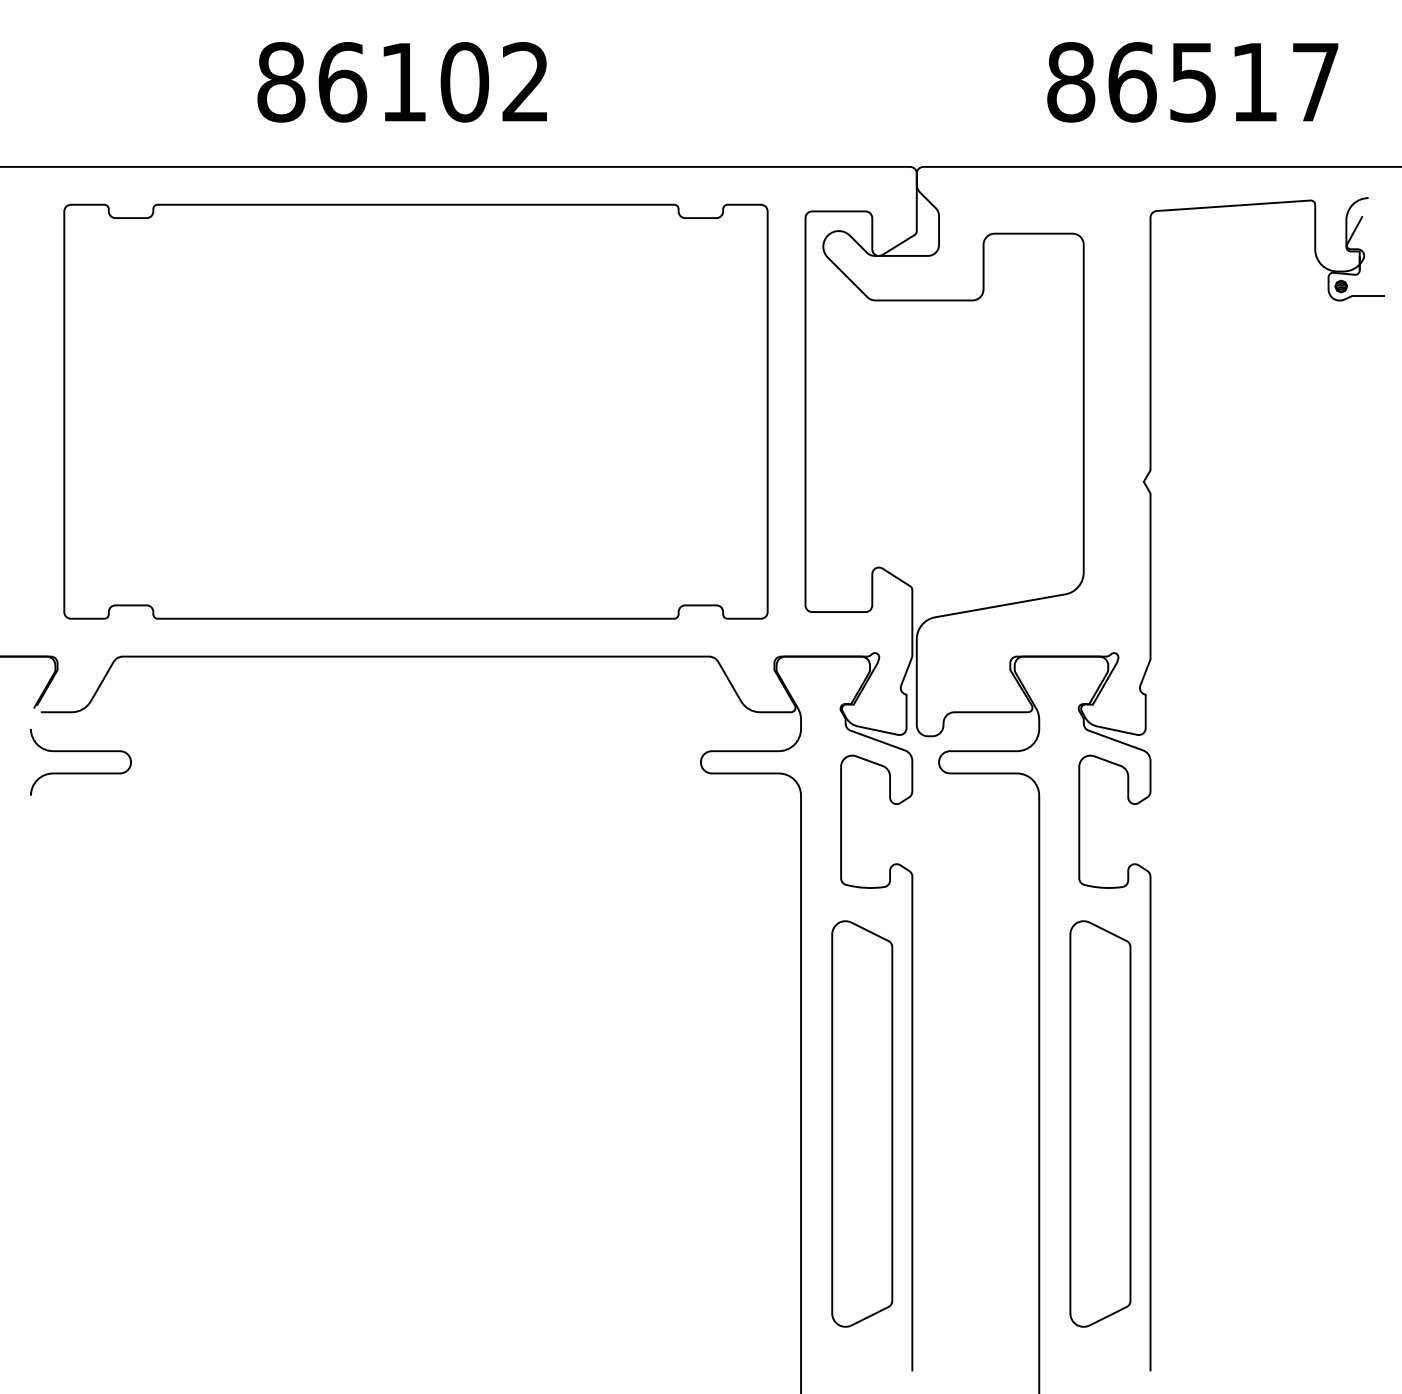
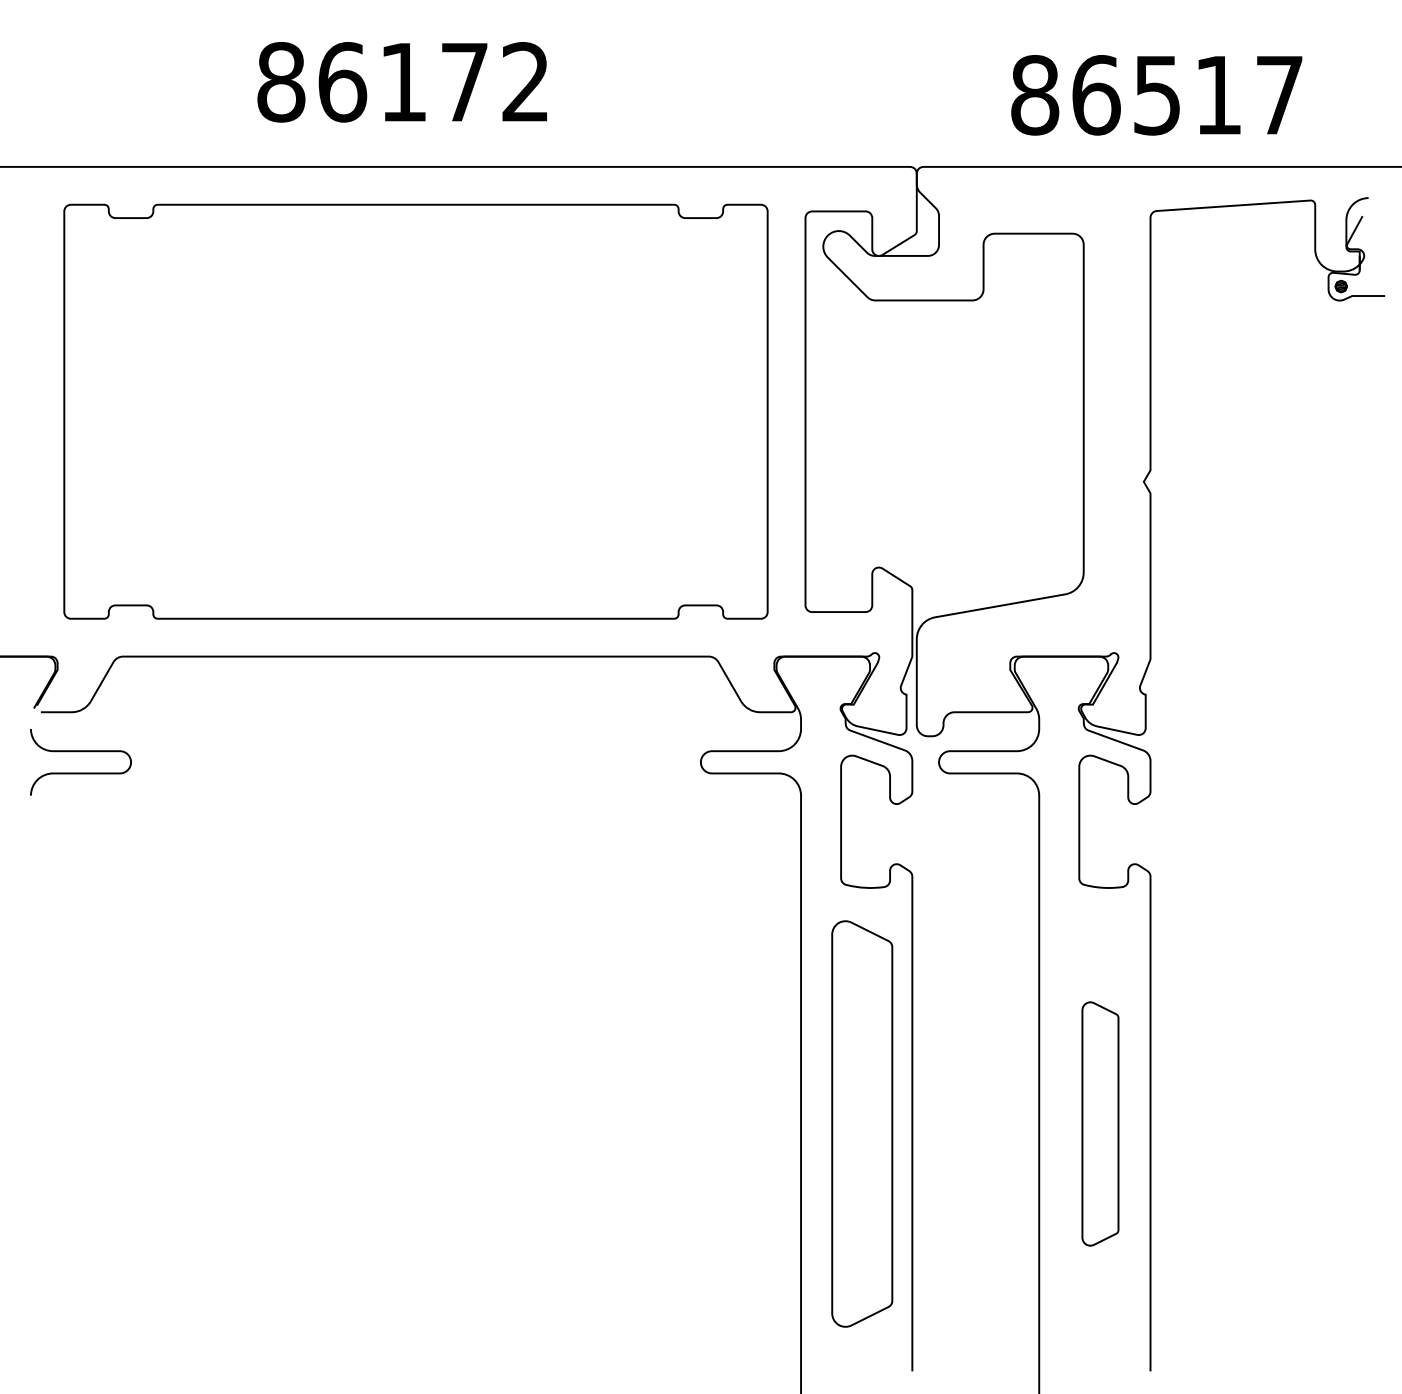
text at (464, 82): 86102 -> 86172
text at (1192, 82) position: (1192, 82) -> (1156, 95)
part at (1100, 1123) size: 63x408 px -> 39x246 px
